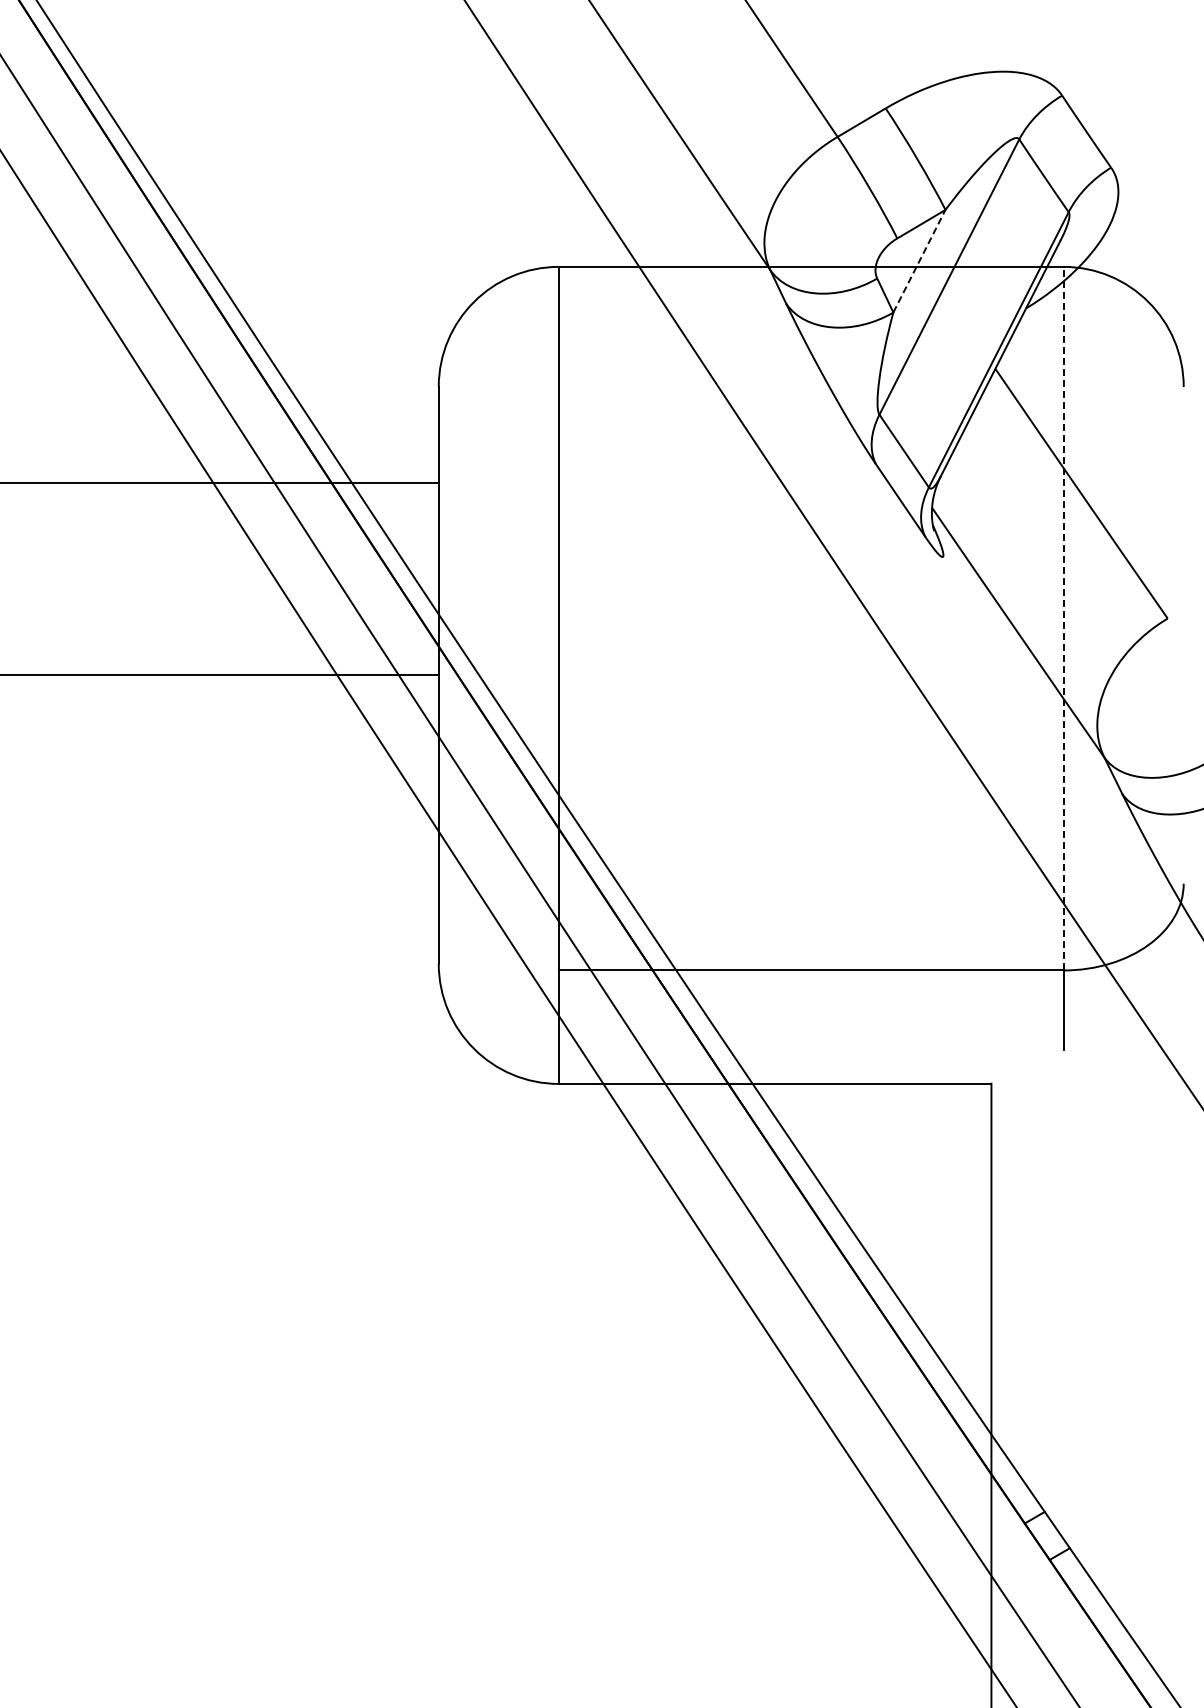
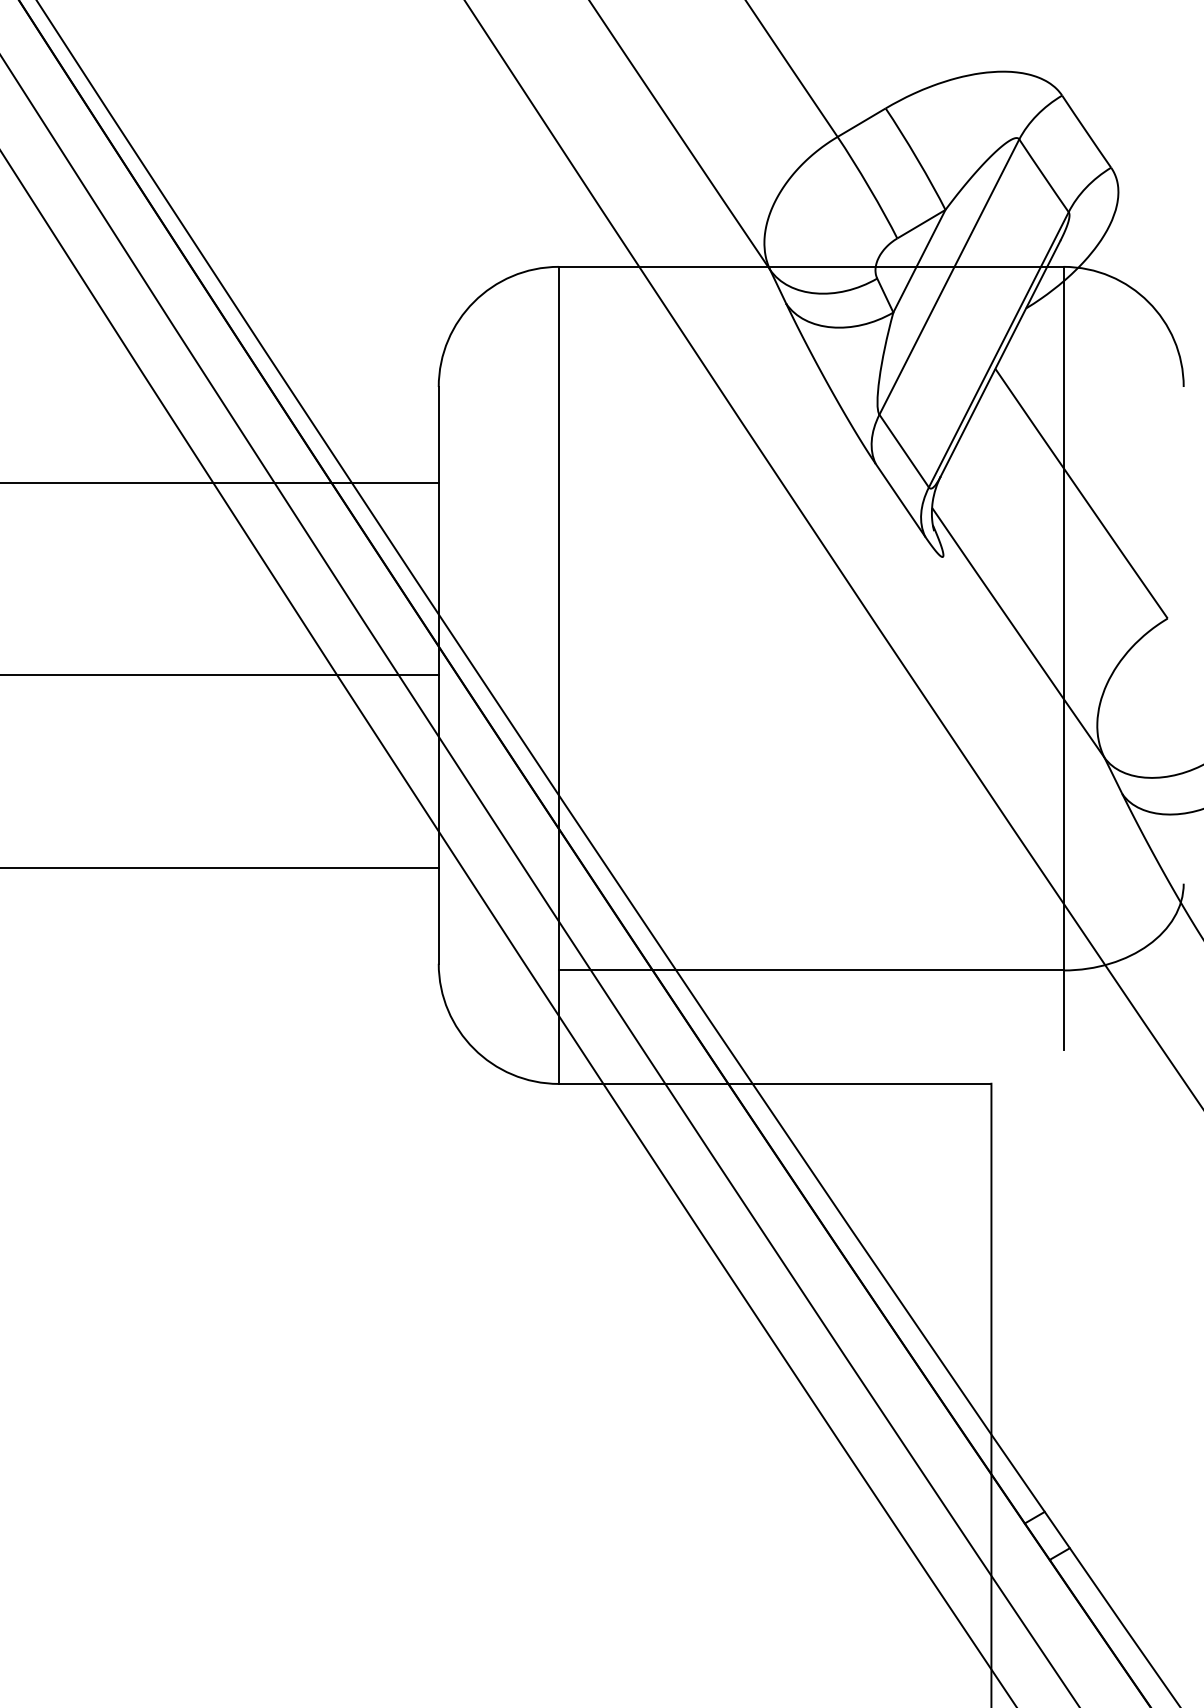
line at (919, 261): dashed -> solid
line at (1063, 618): dashed -> solid
line at (220, 867): none -> present
